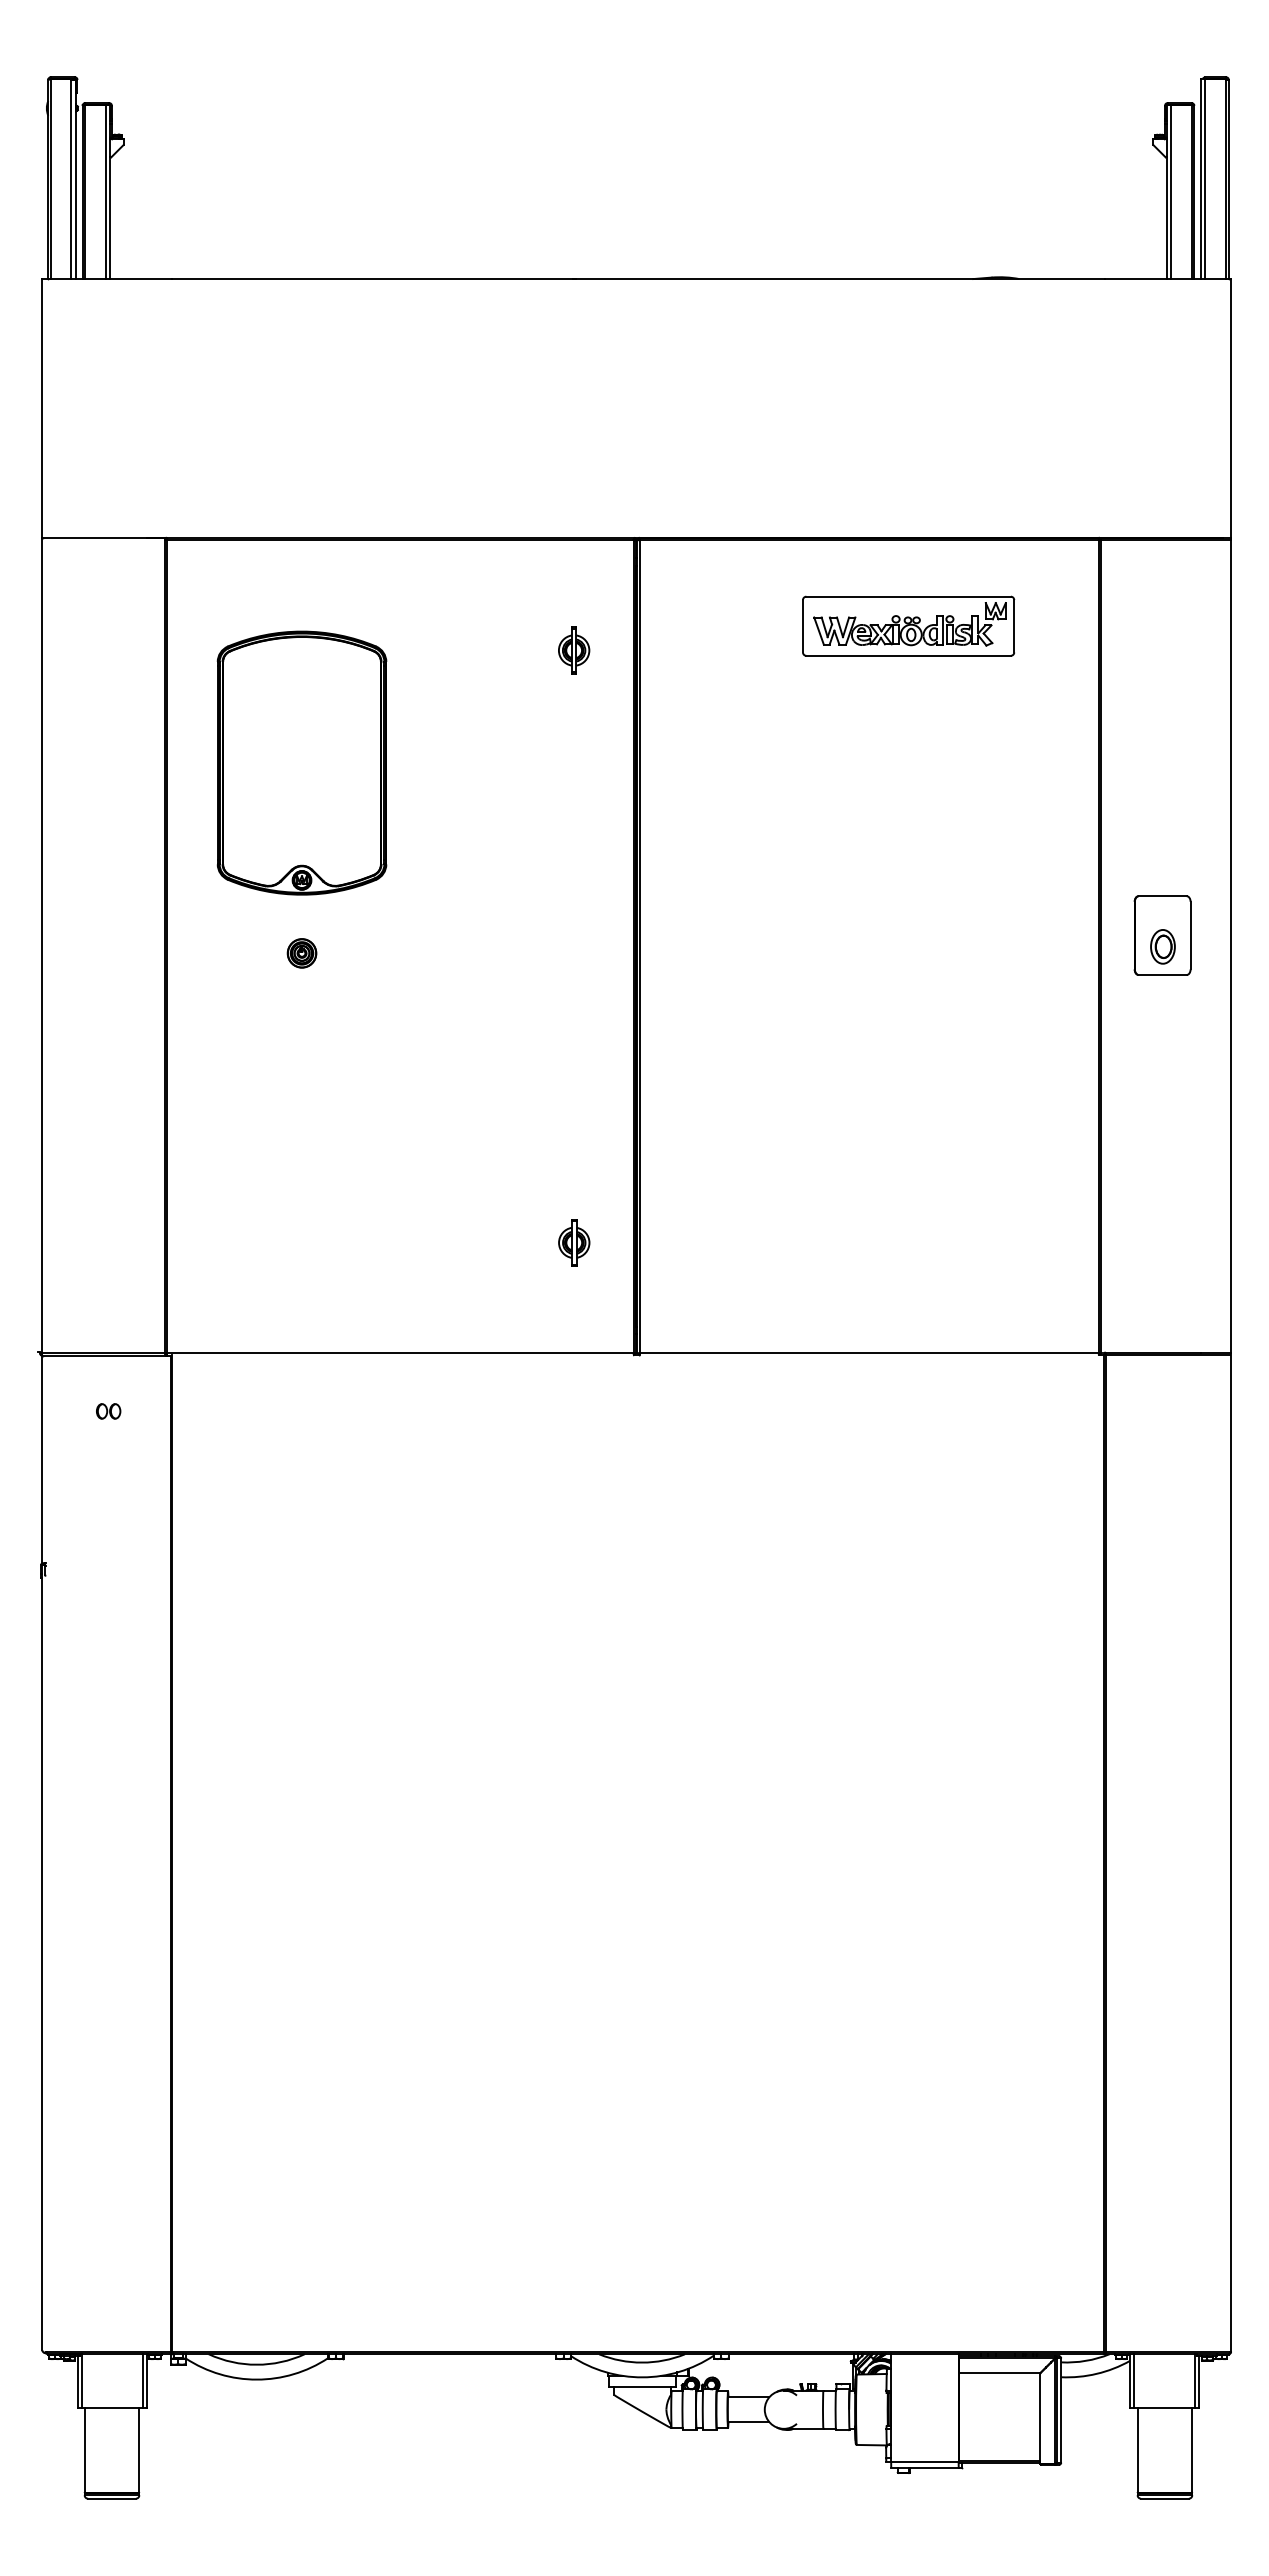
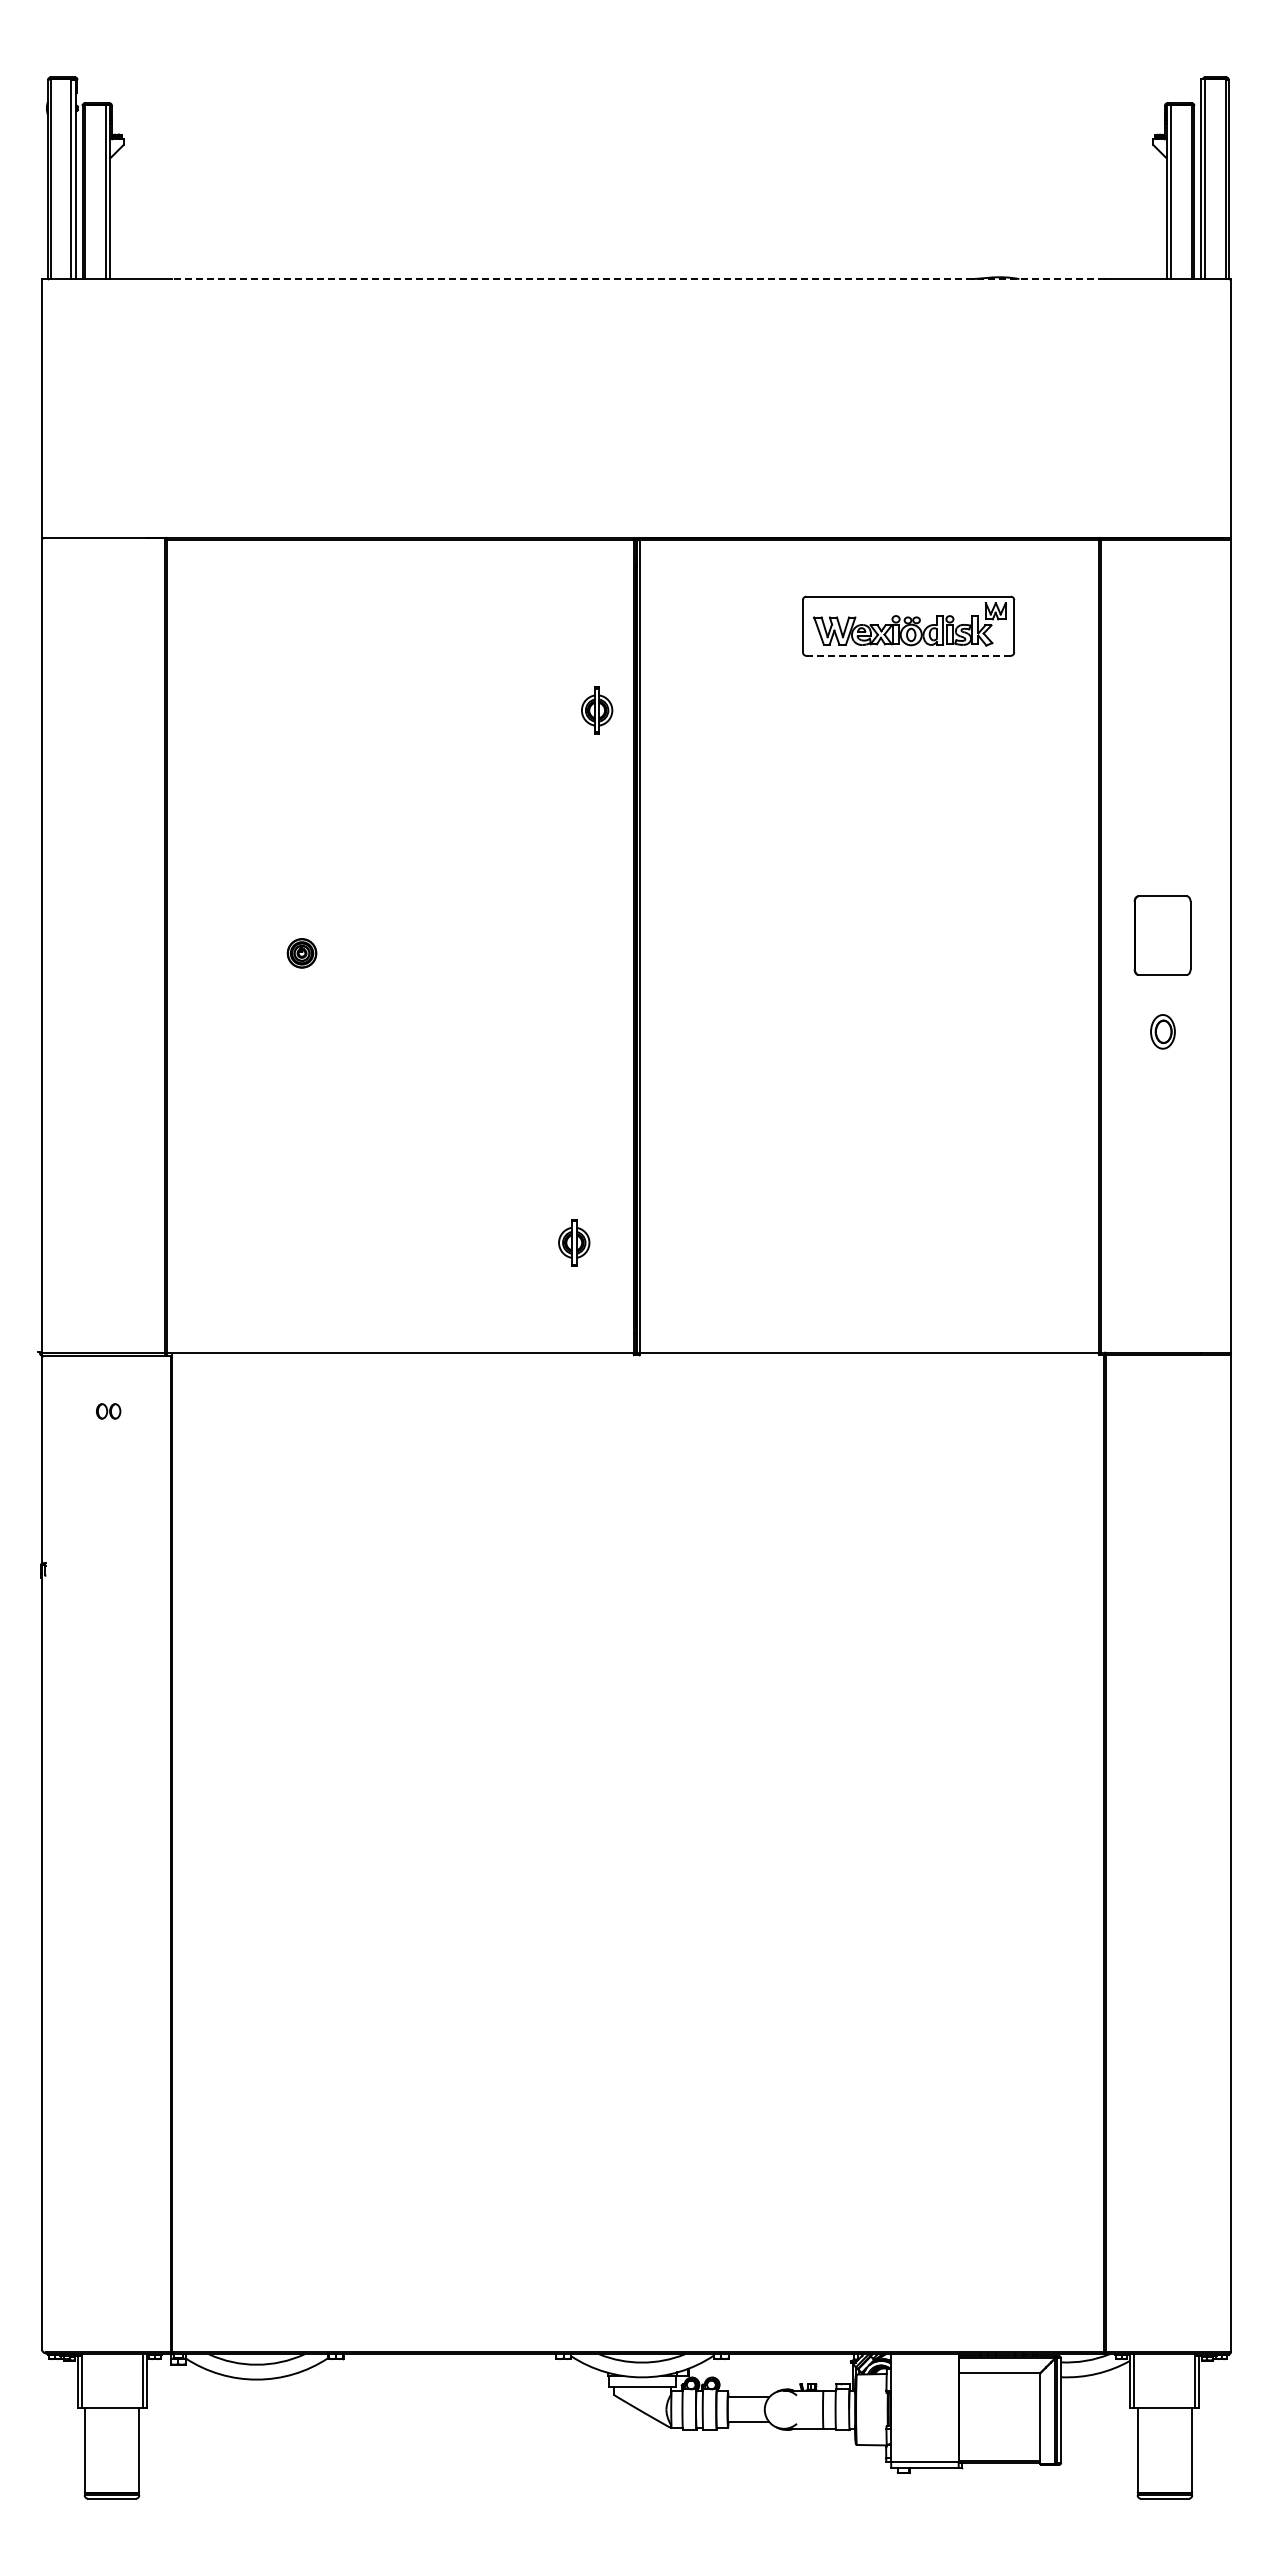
line at (637, 279): solid -> dashed
part at (574, 650) position: (574, 650) -> (597, 710)
line at (908, 655): solid -> dashed
part at (301, 762): present -> none
part at (1162, 946) position: (1162, 946) -> (1162, 1031)
